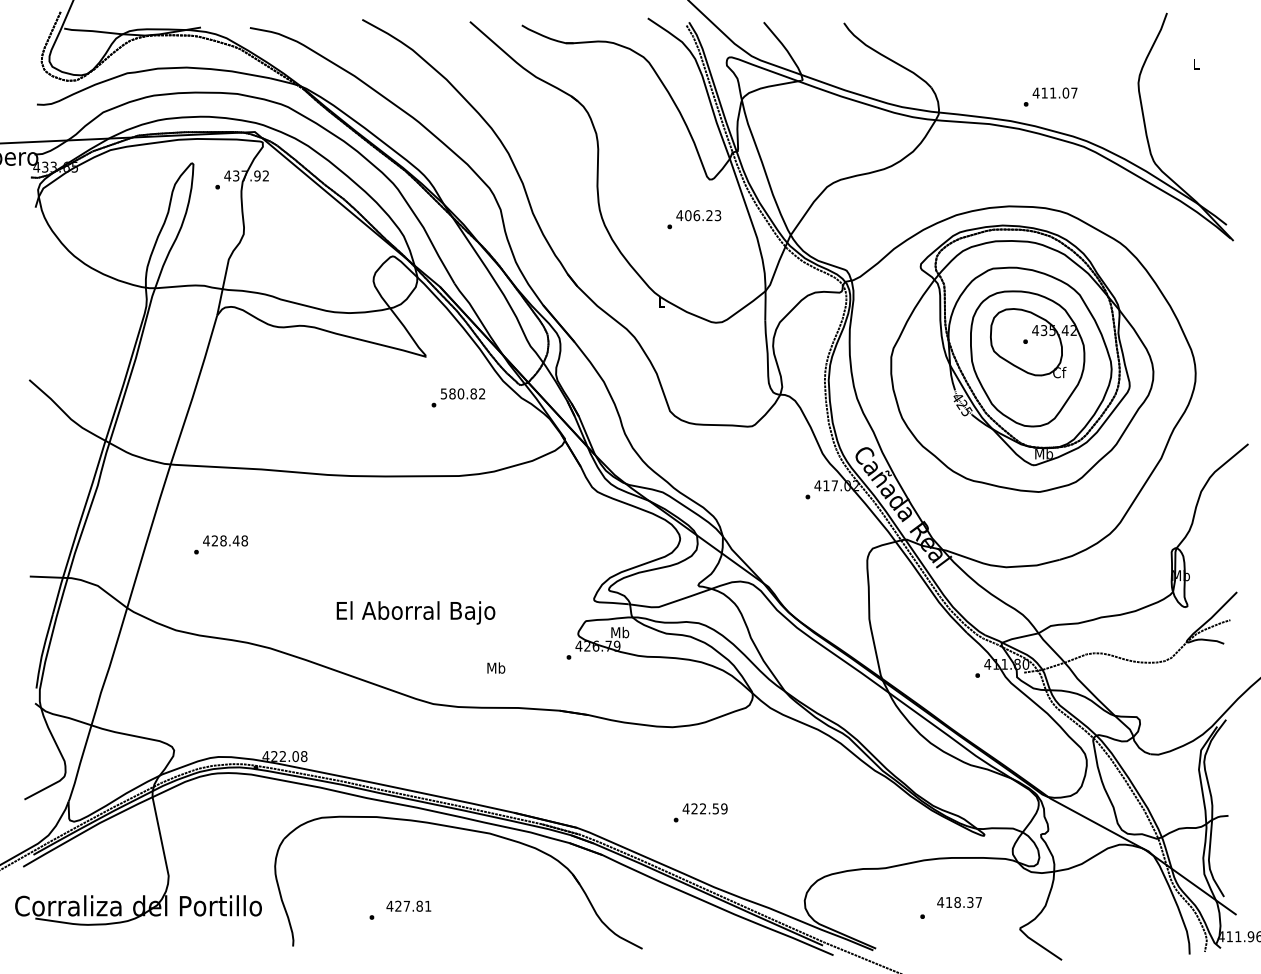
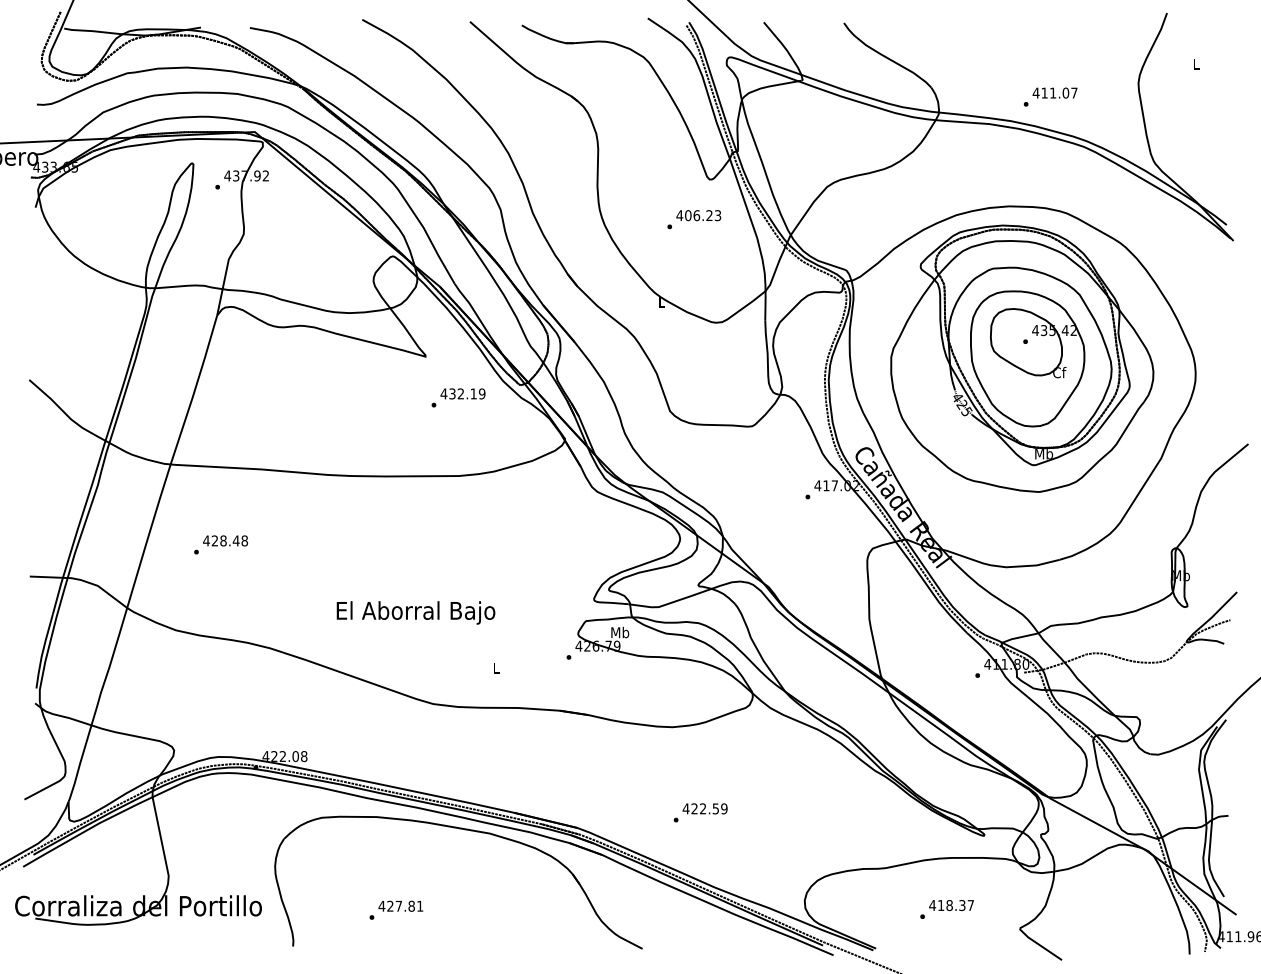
text at (462, 393): 580.82 -> 432.19
text at (496, 667): Mb -> L
text at (959, 902) position: (959, 902) -> (951, 905)
text at (408, 905) position: (408, 905) -> (400, 905)
